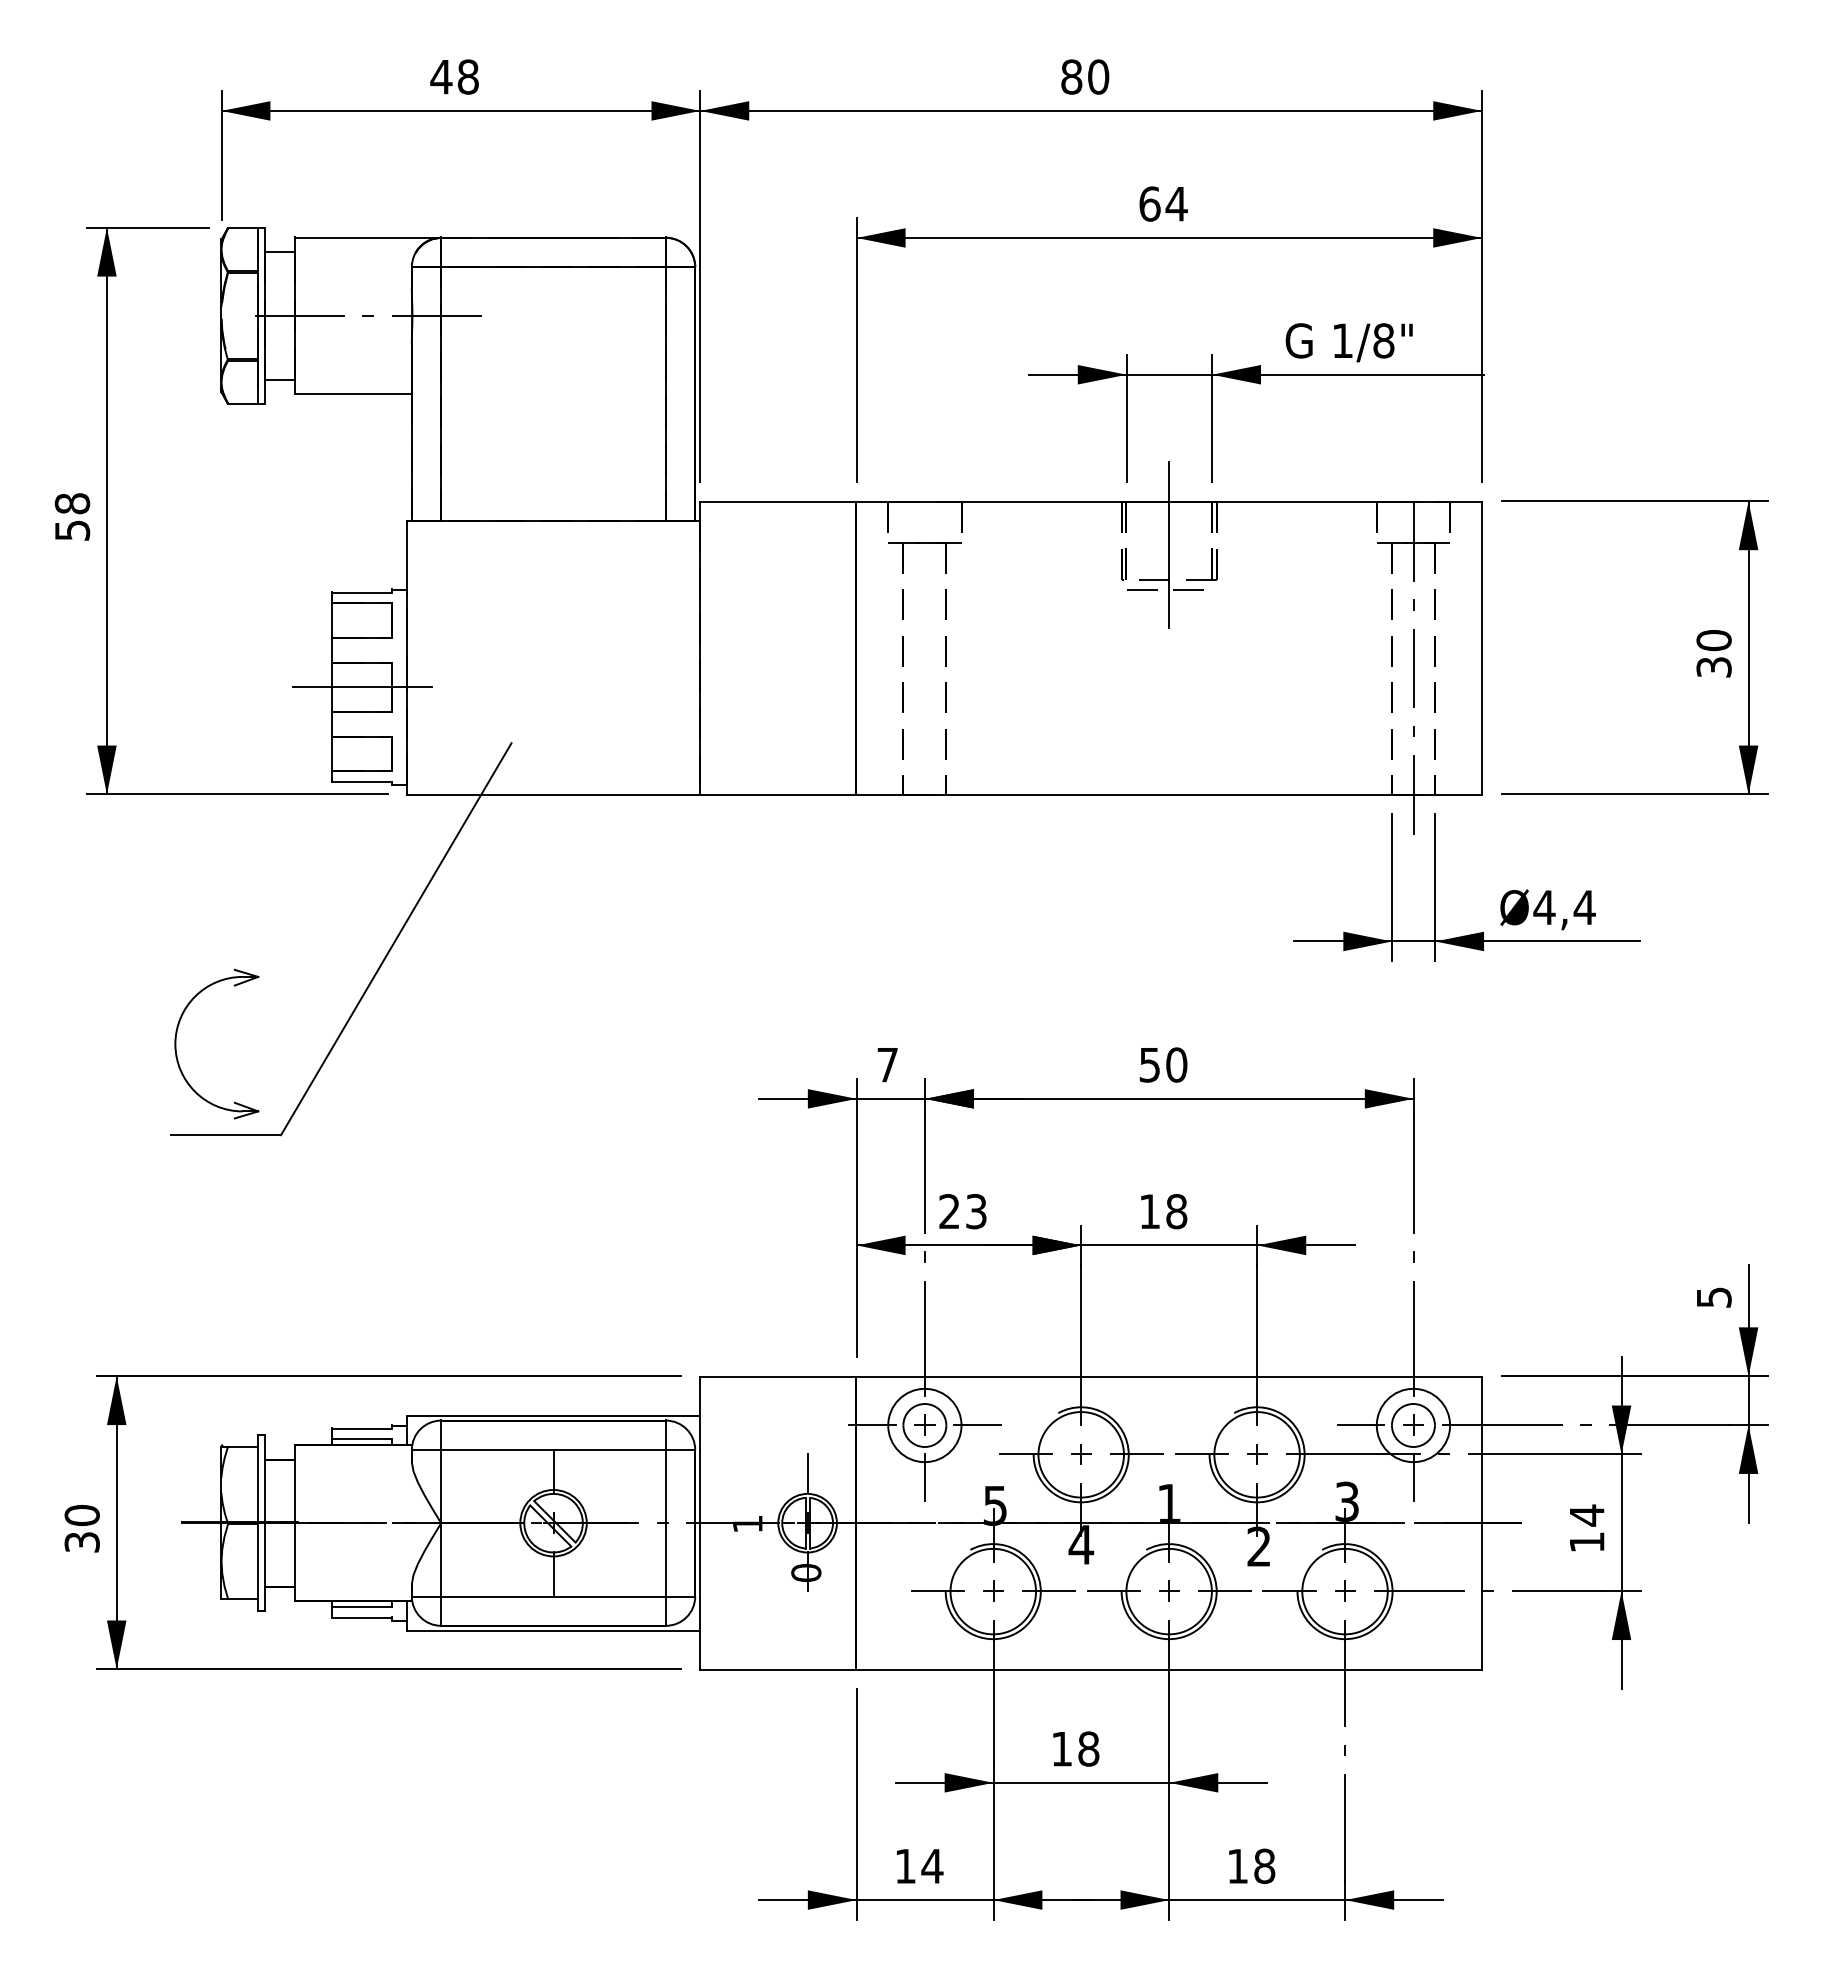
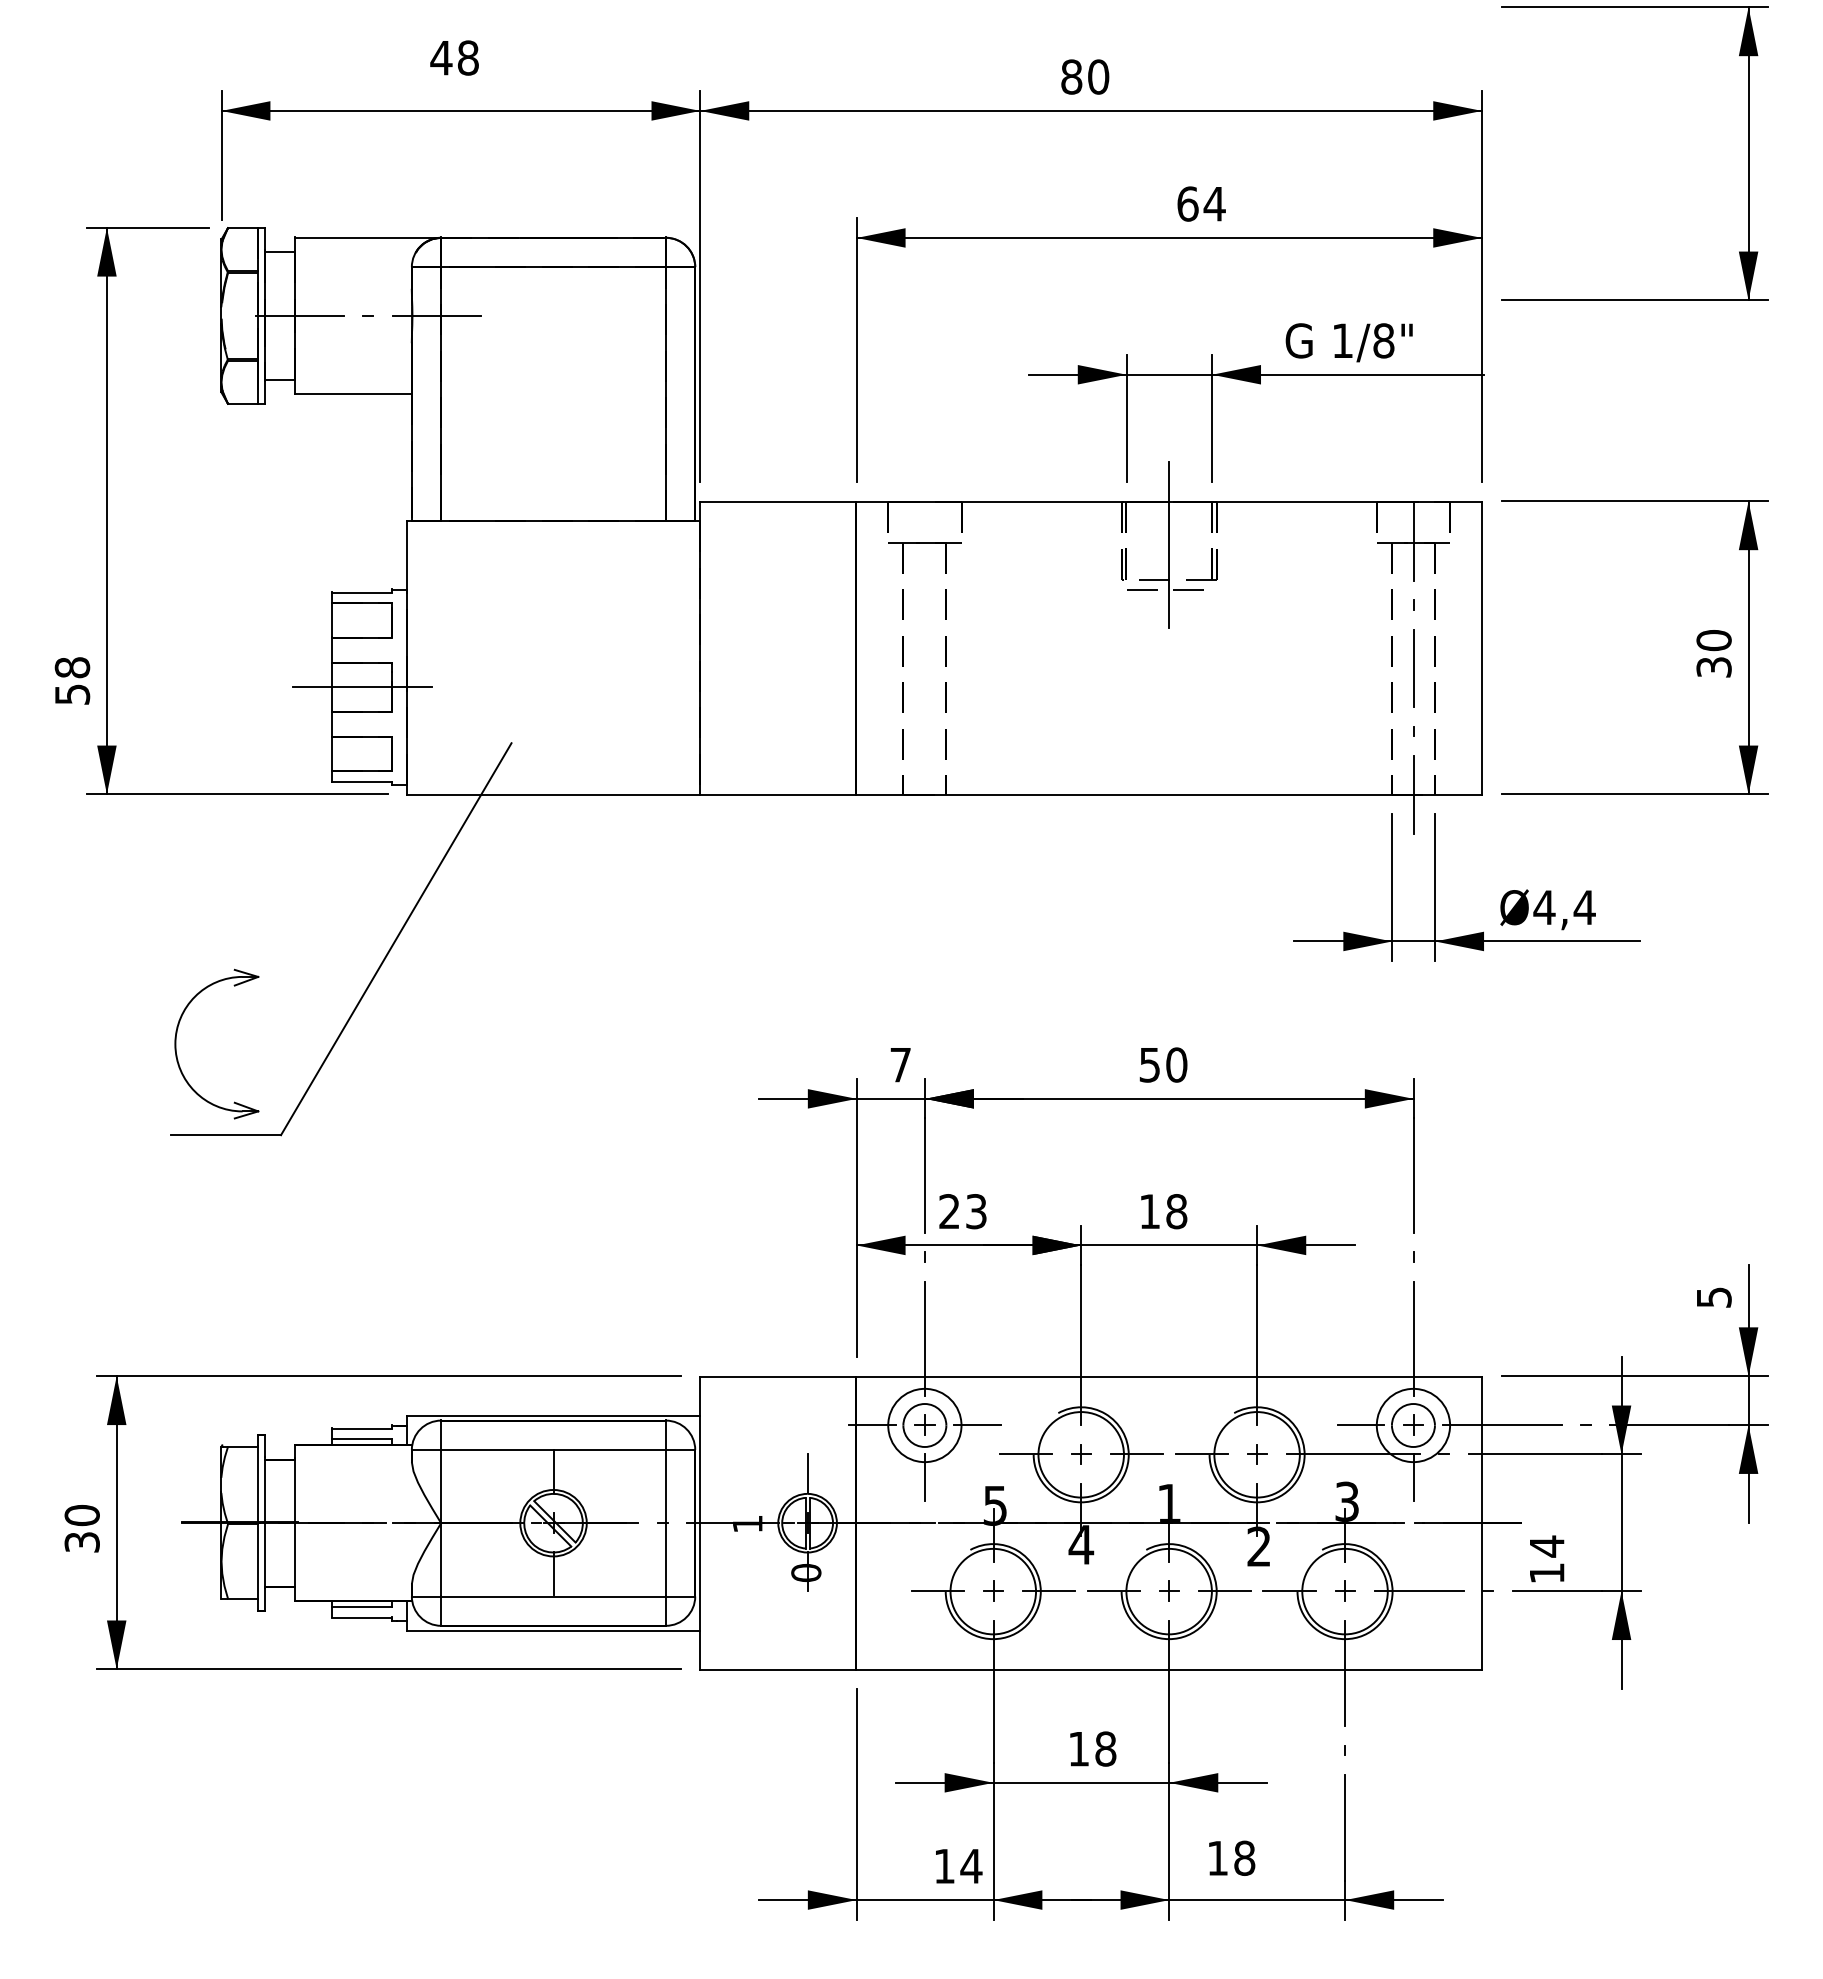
text at (454, 76) position: (454, 76) -> (454, 57)
part at (1748, 153): none -> present
text at (1163, 203) position: (1163, 203) -> (1201, 203)
text at (72, 516) position: (72, 516) -> (72, 680)
text at (887, 1065) position: (887, 1065) -> (900, 1065)
text at (1587, 1527) position: (1587, 1527) -> (1547, 1558)
text at (1076, 1748) position: (1076, 1748) -> (1093, 1748)
text at (1252, 1865) position: (1252, 1865) -> (1232, 1857)
text at (920, 1866) position: (920, 1866) -> (959, 1866)
